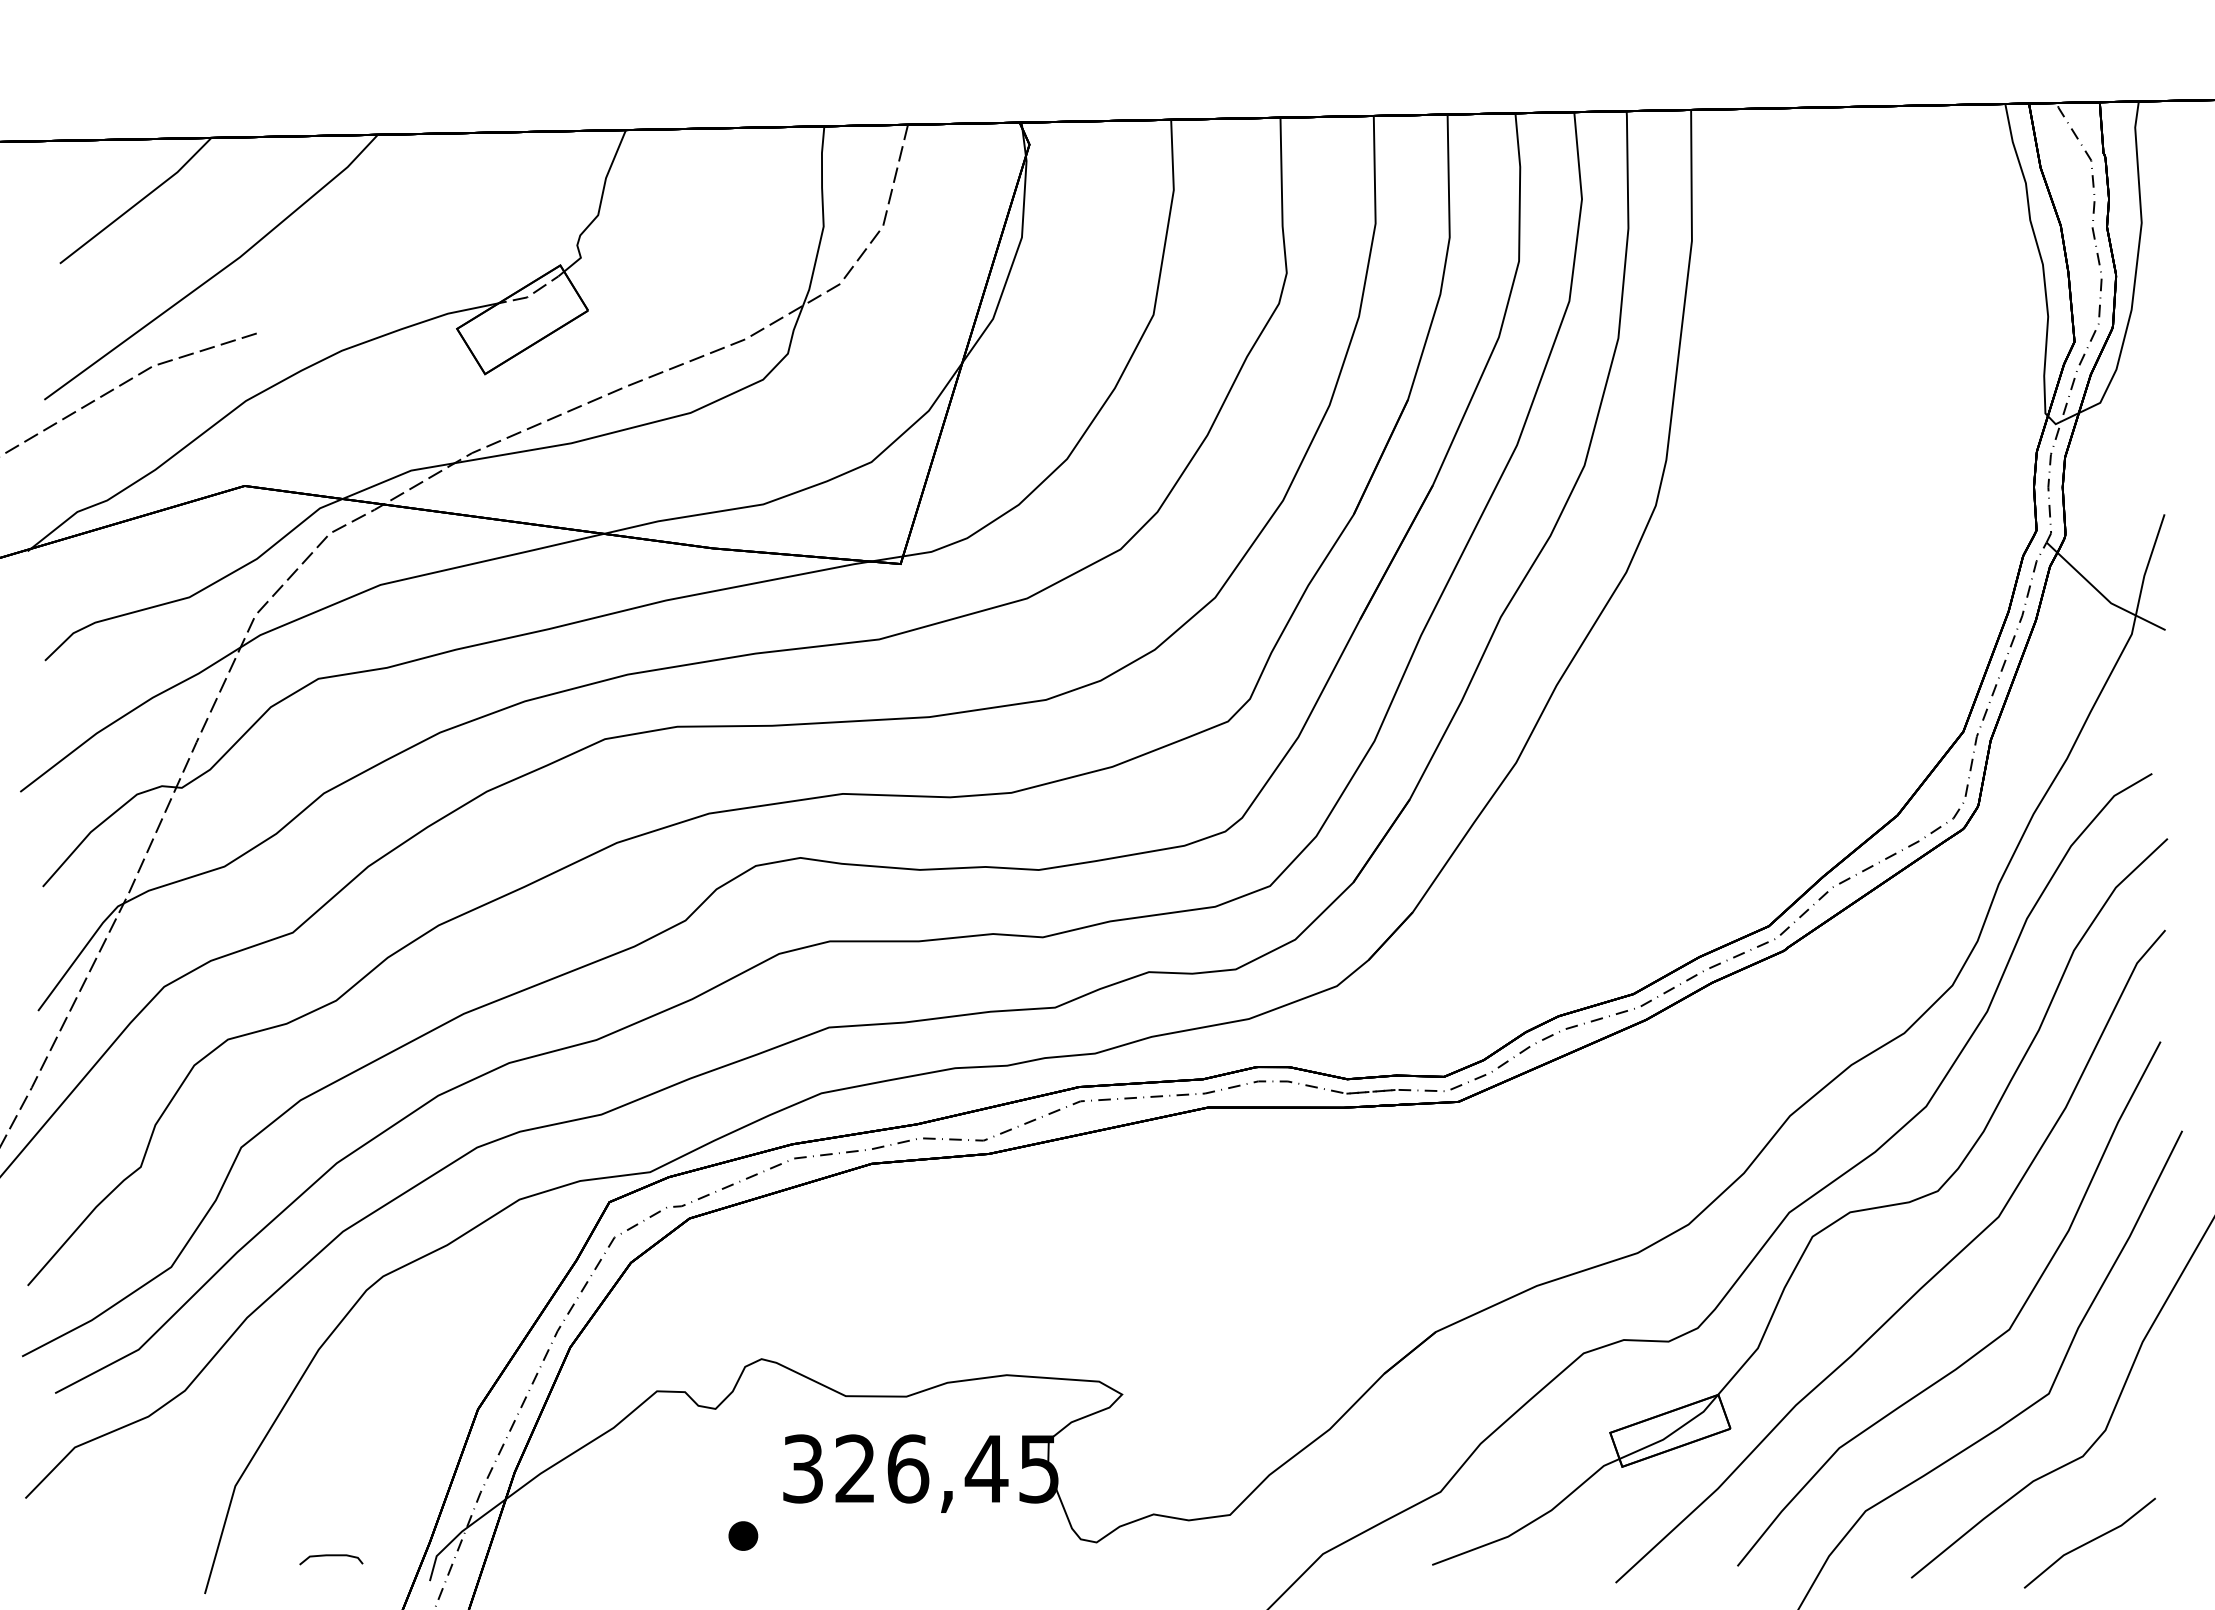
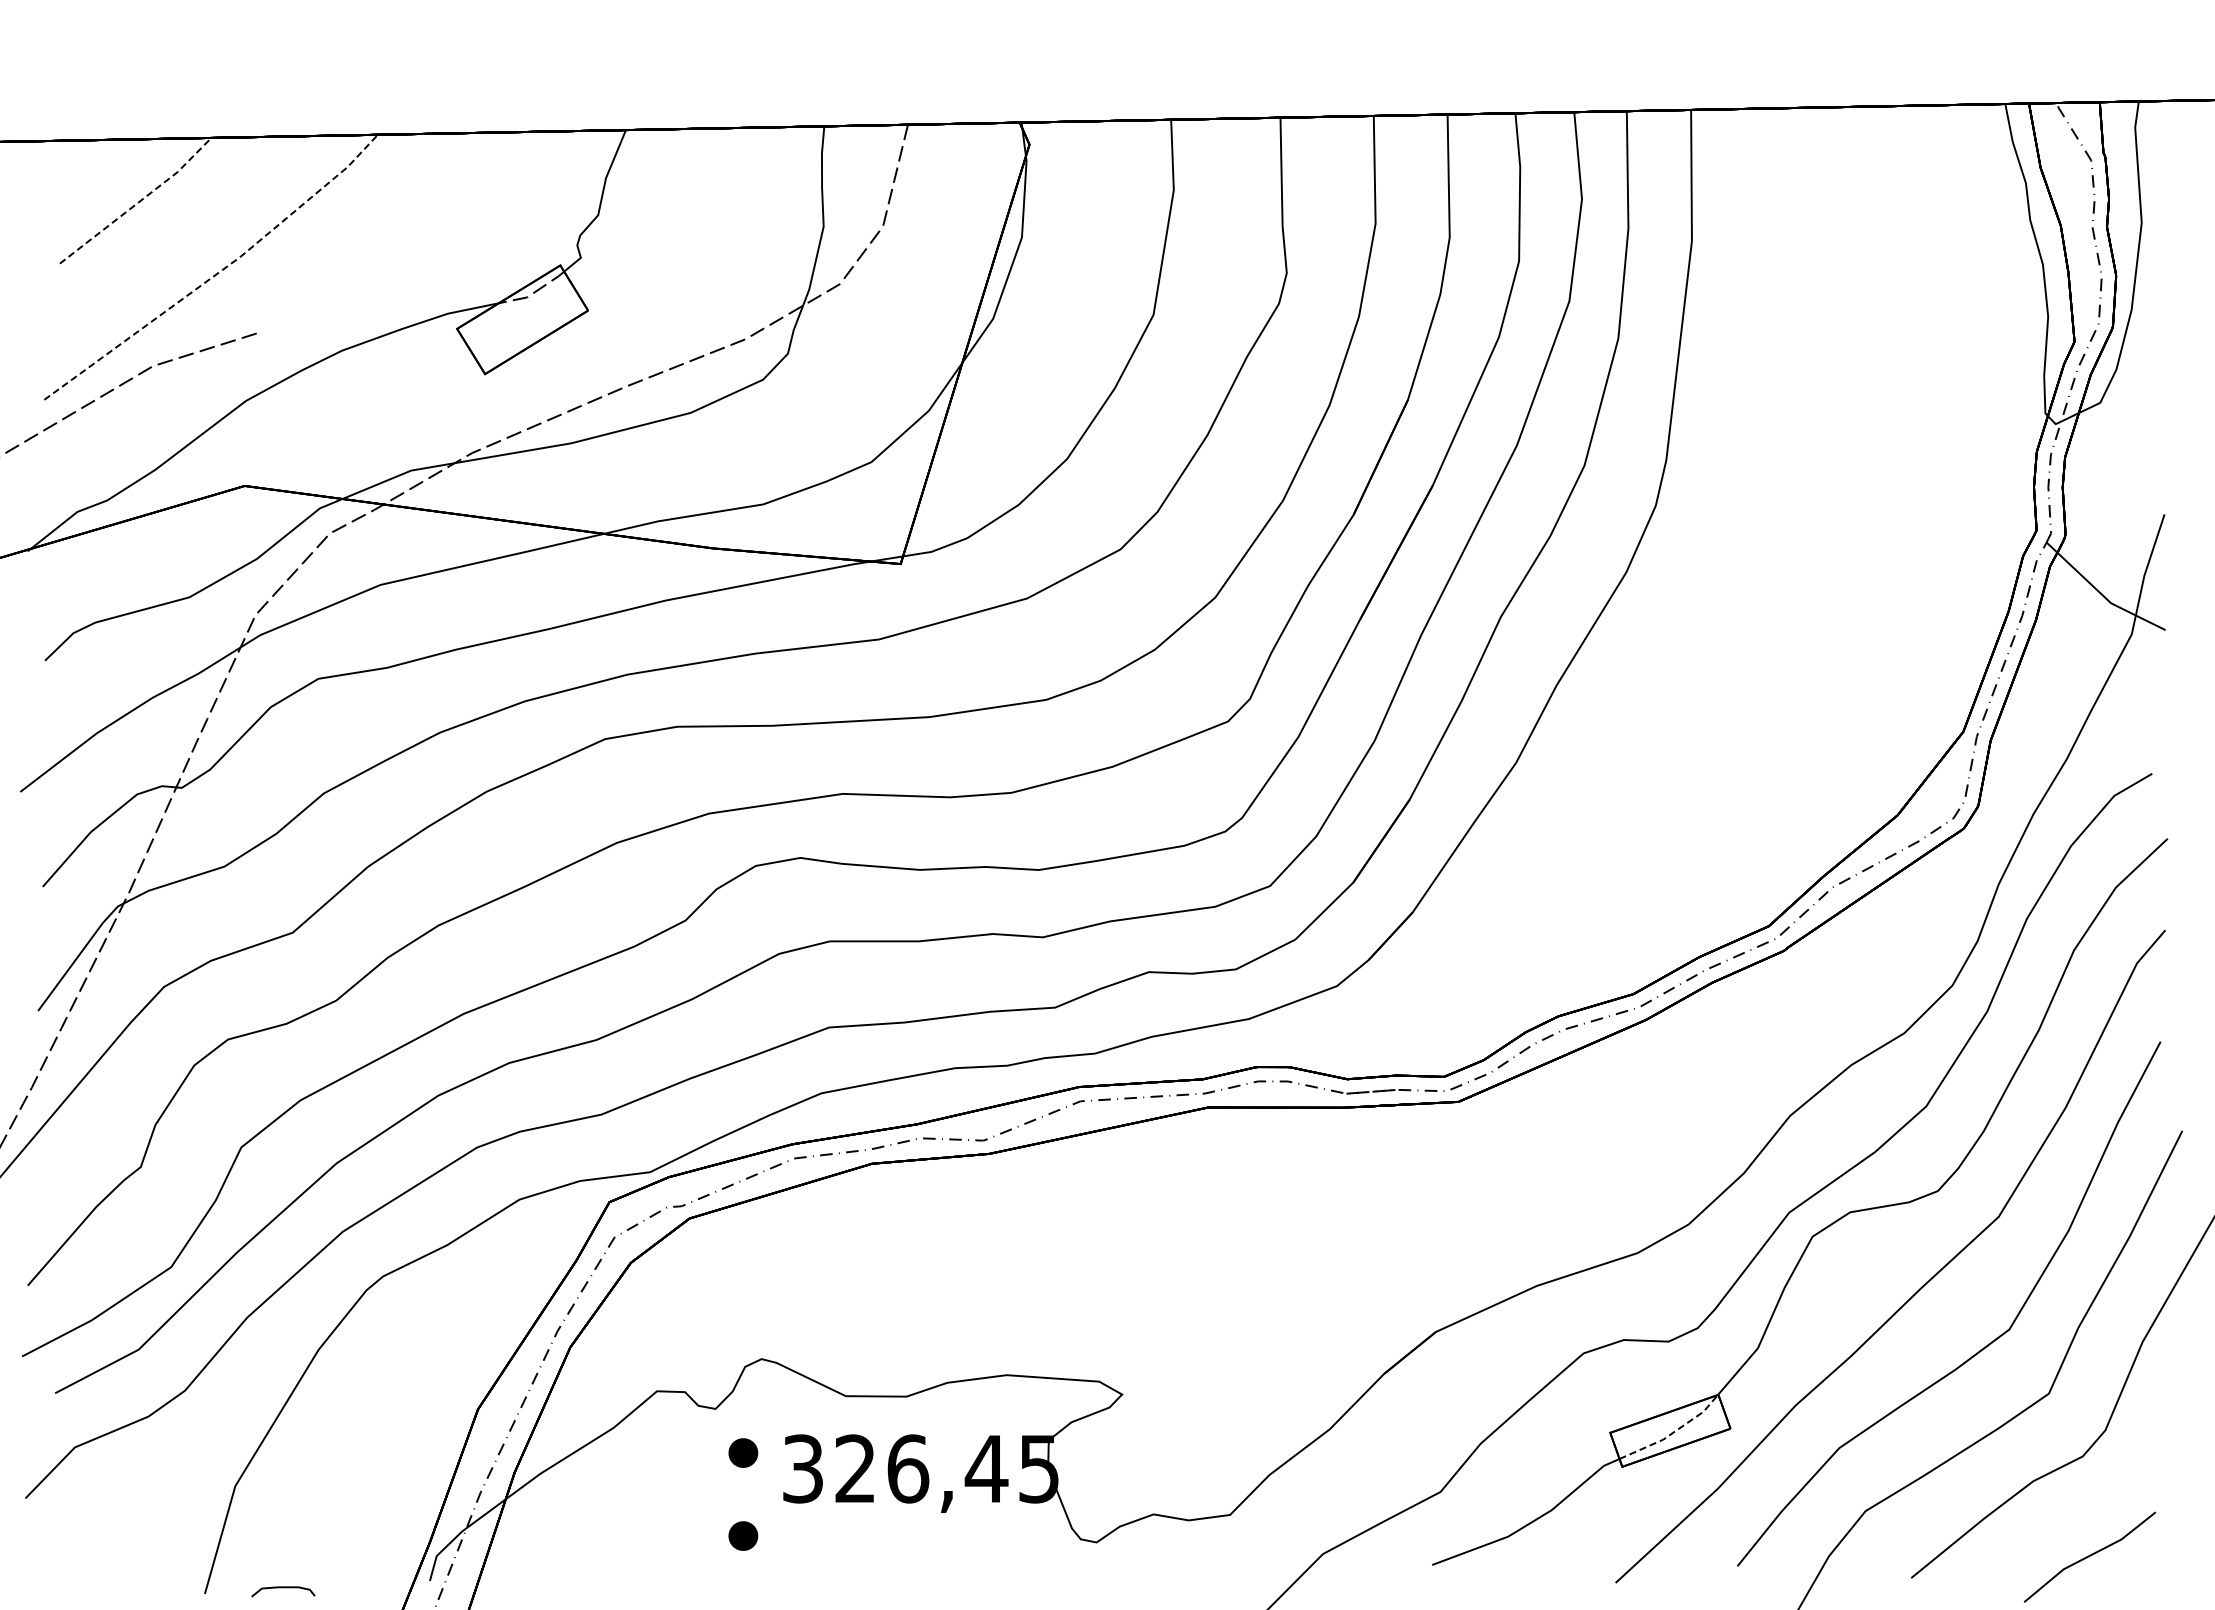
line at (138, 202): solid -> dashed
line at (218, 273): solid -> dashed
line at (1673, 1432): solid -> dashed
part at (743, 1452): none -> present
line at (2089, 1542) position: (2089, 1542) -> (2089, 1556)
curve at (331, 1556) position: (331, 1556) -> (283, 1588)
